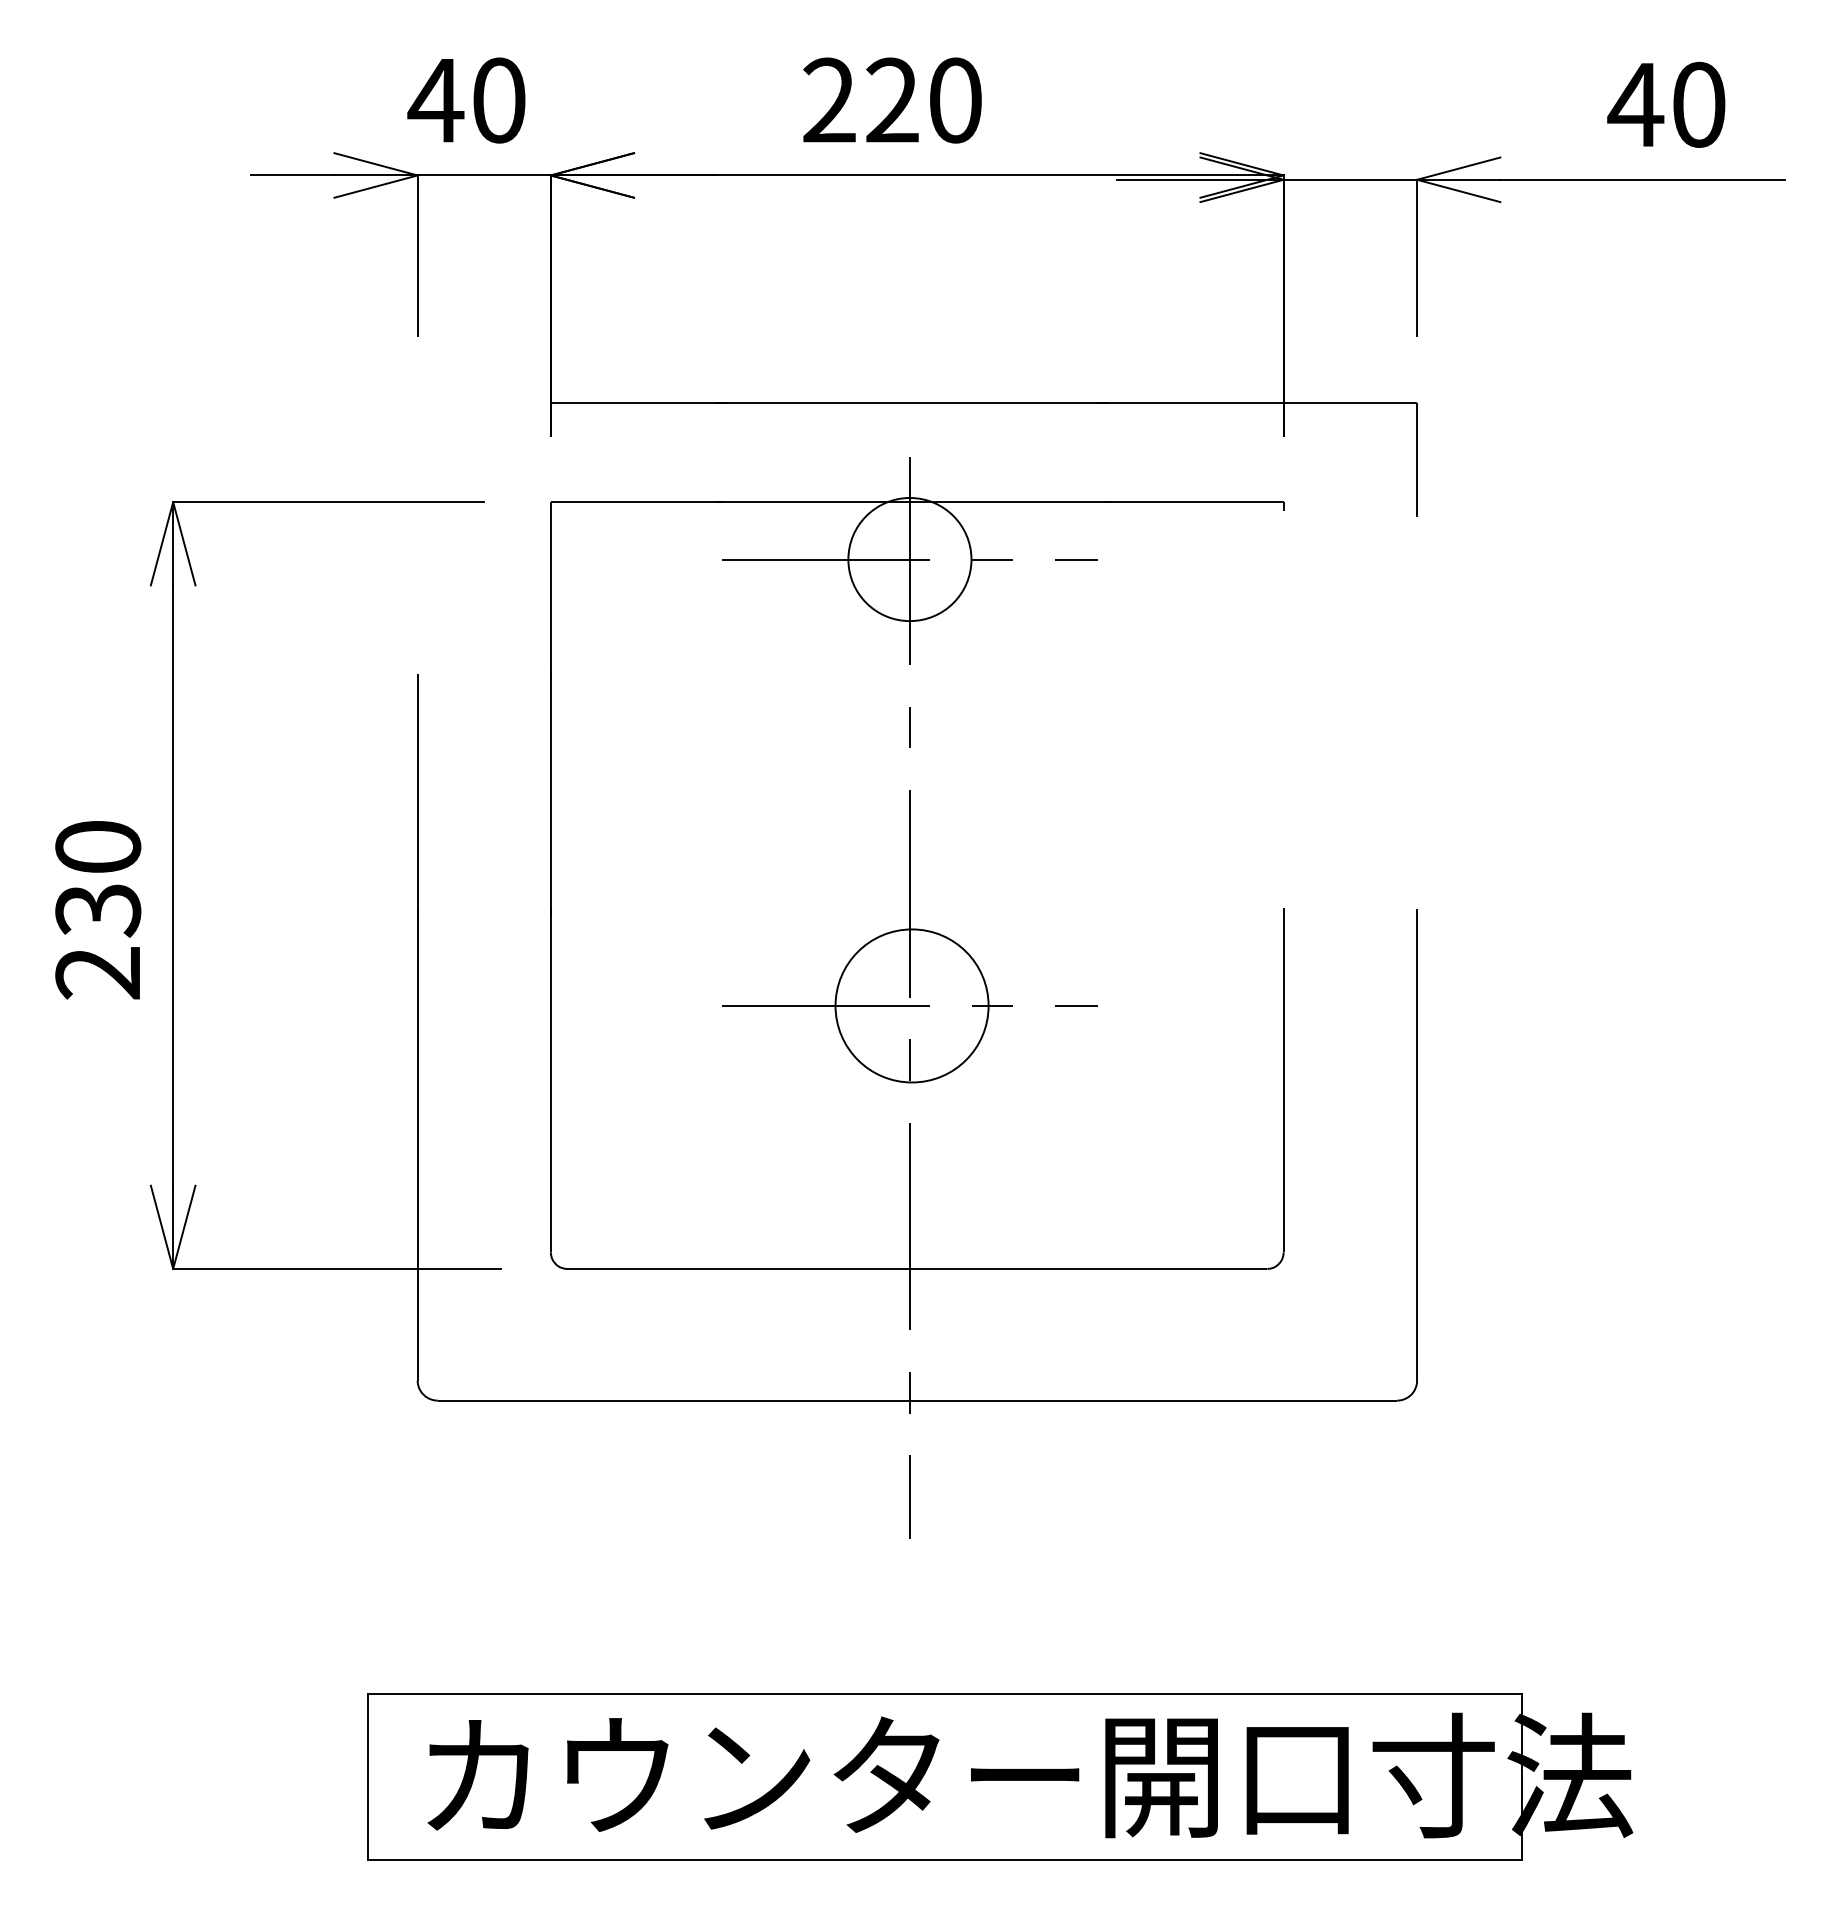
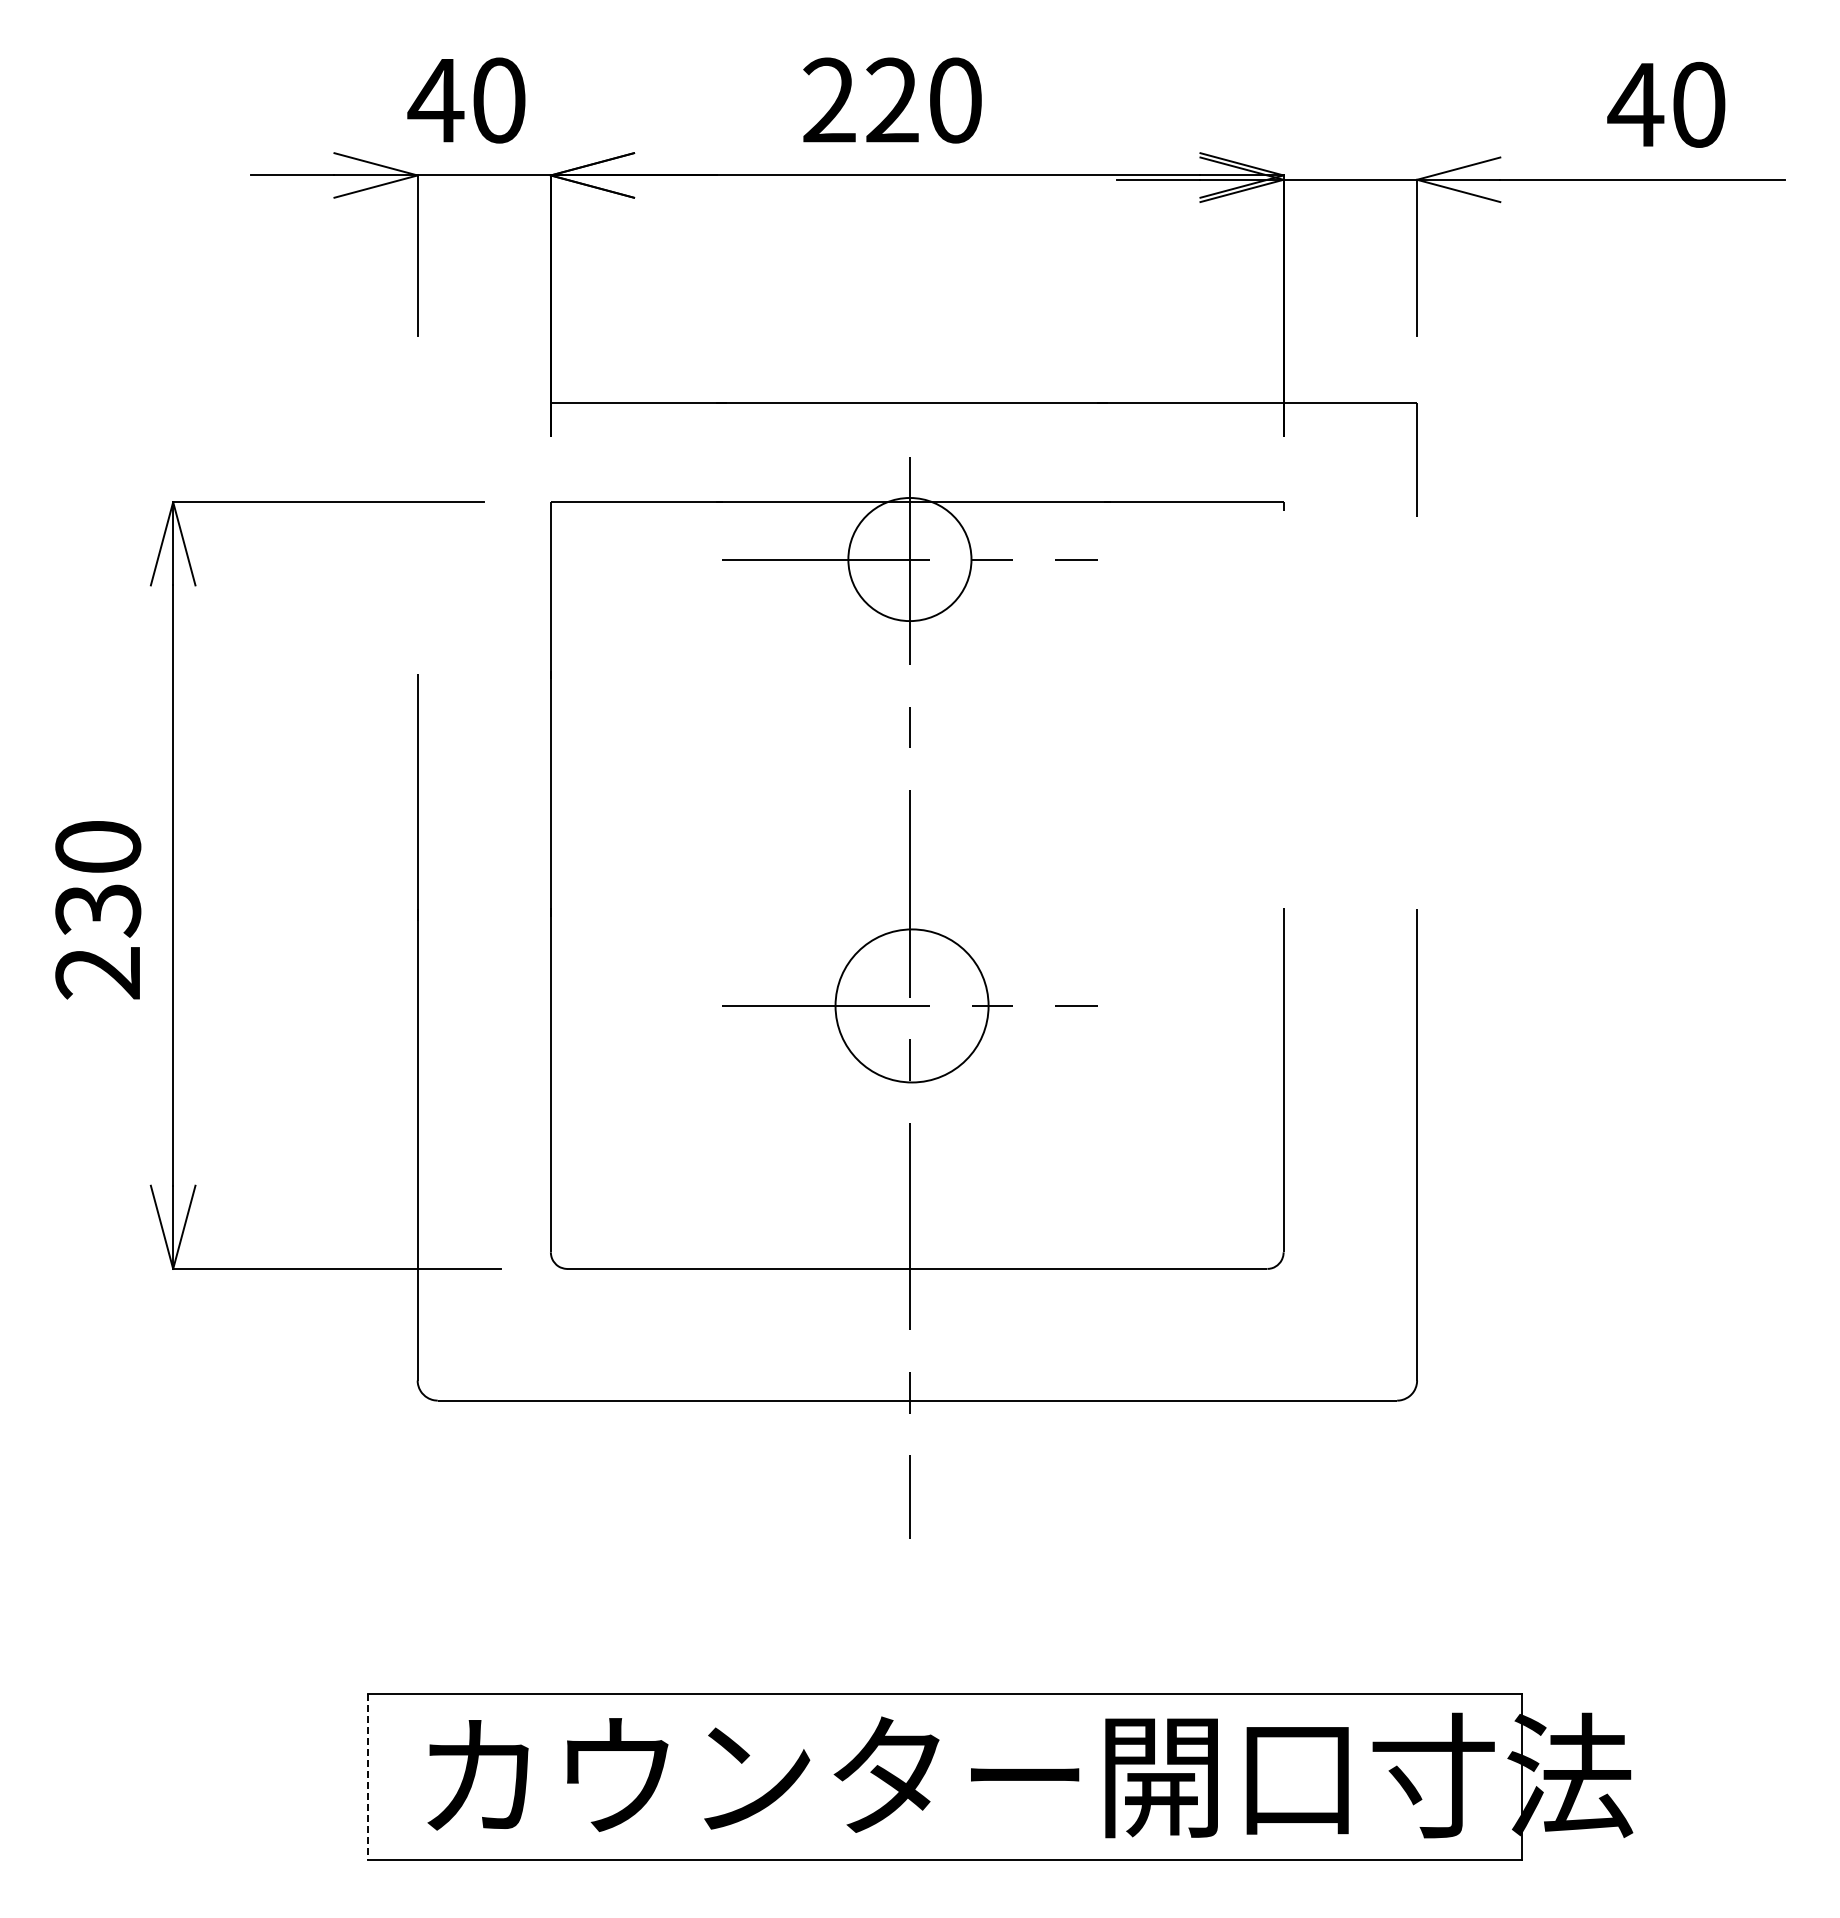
line at (367, 1777): solid -> dashed
